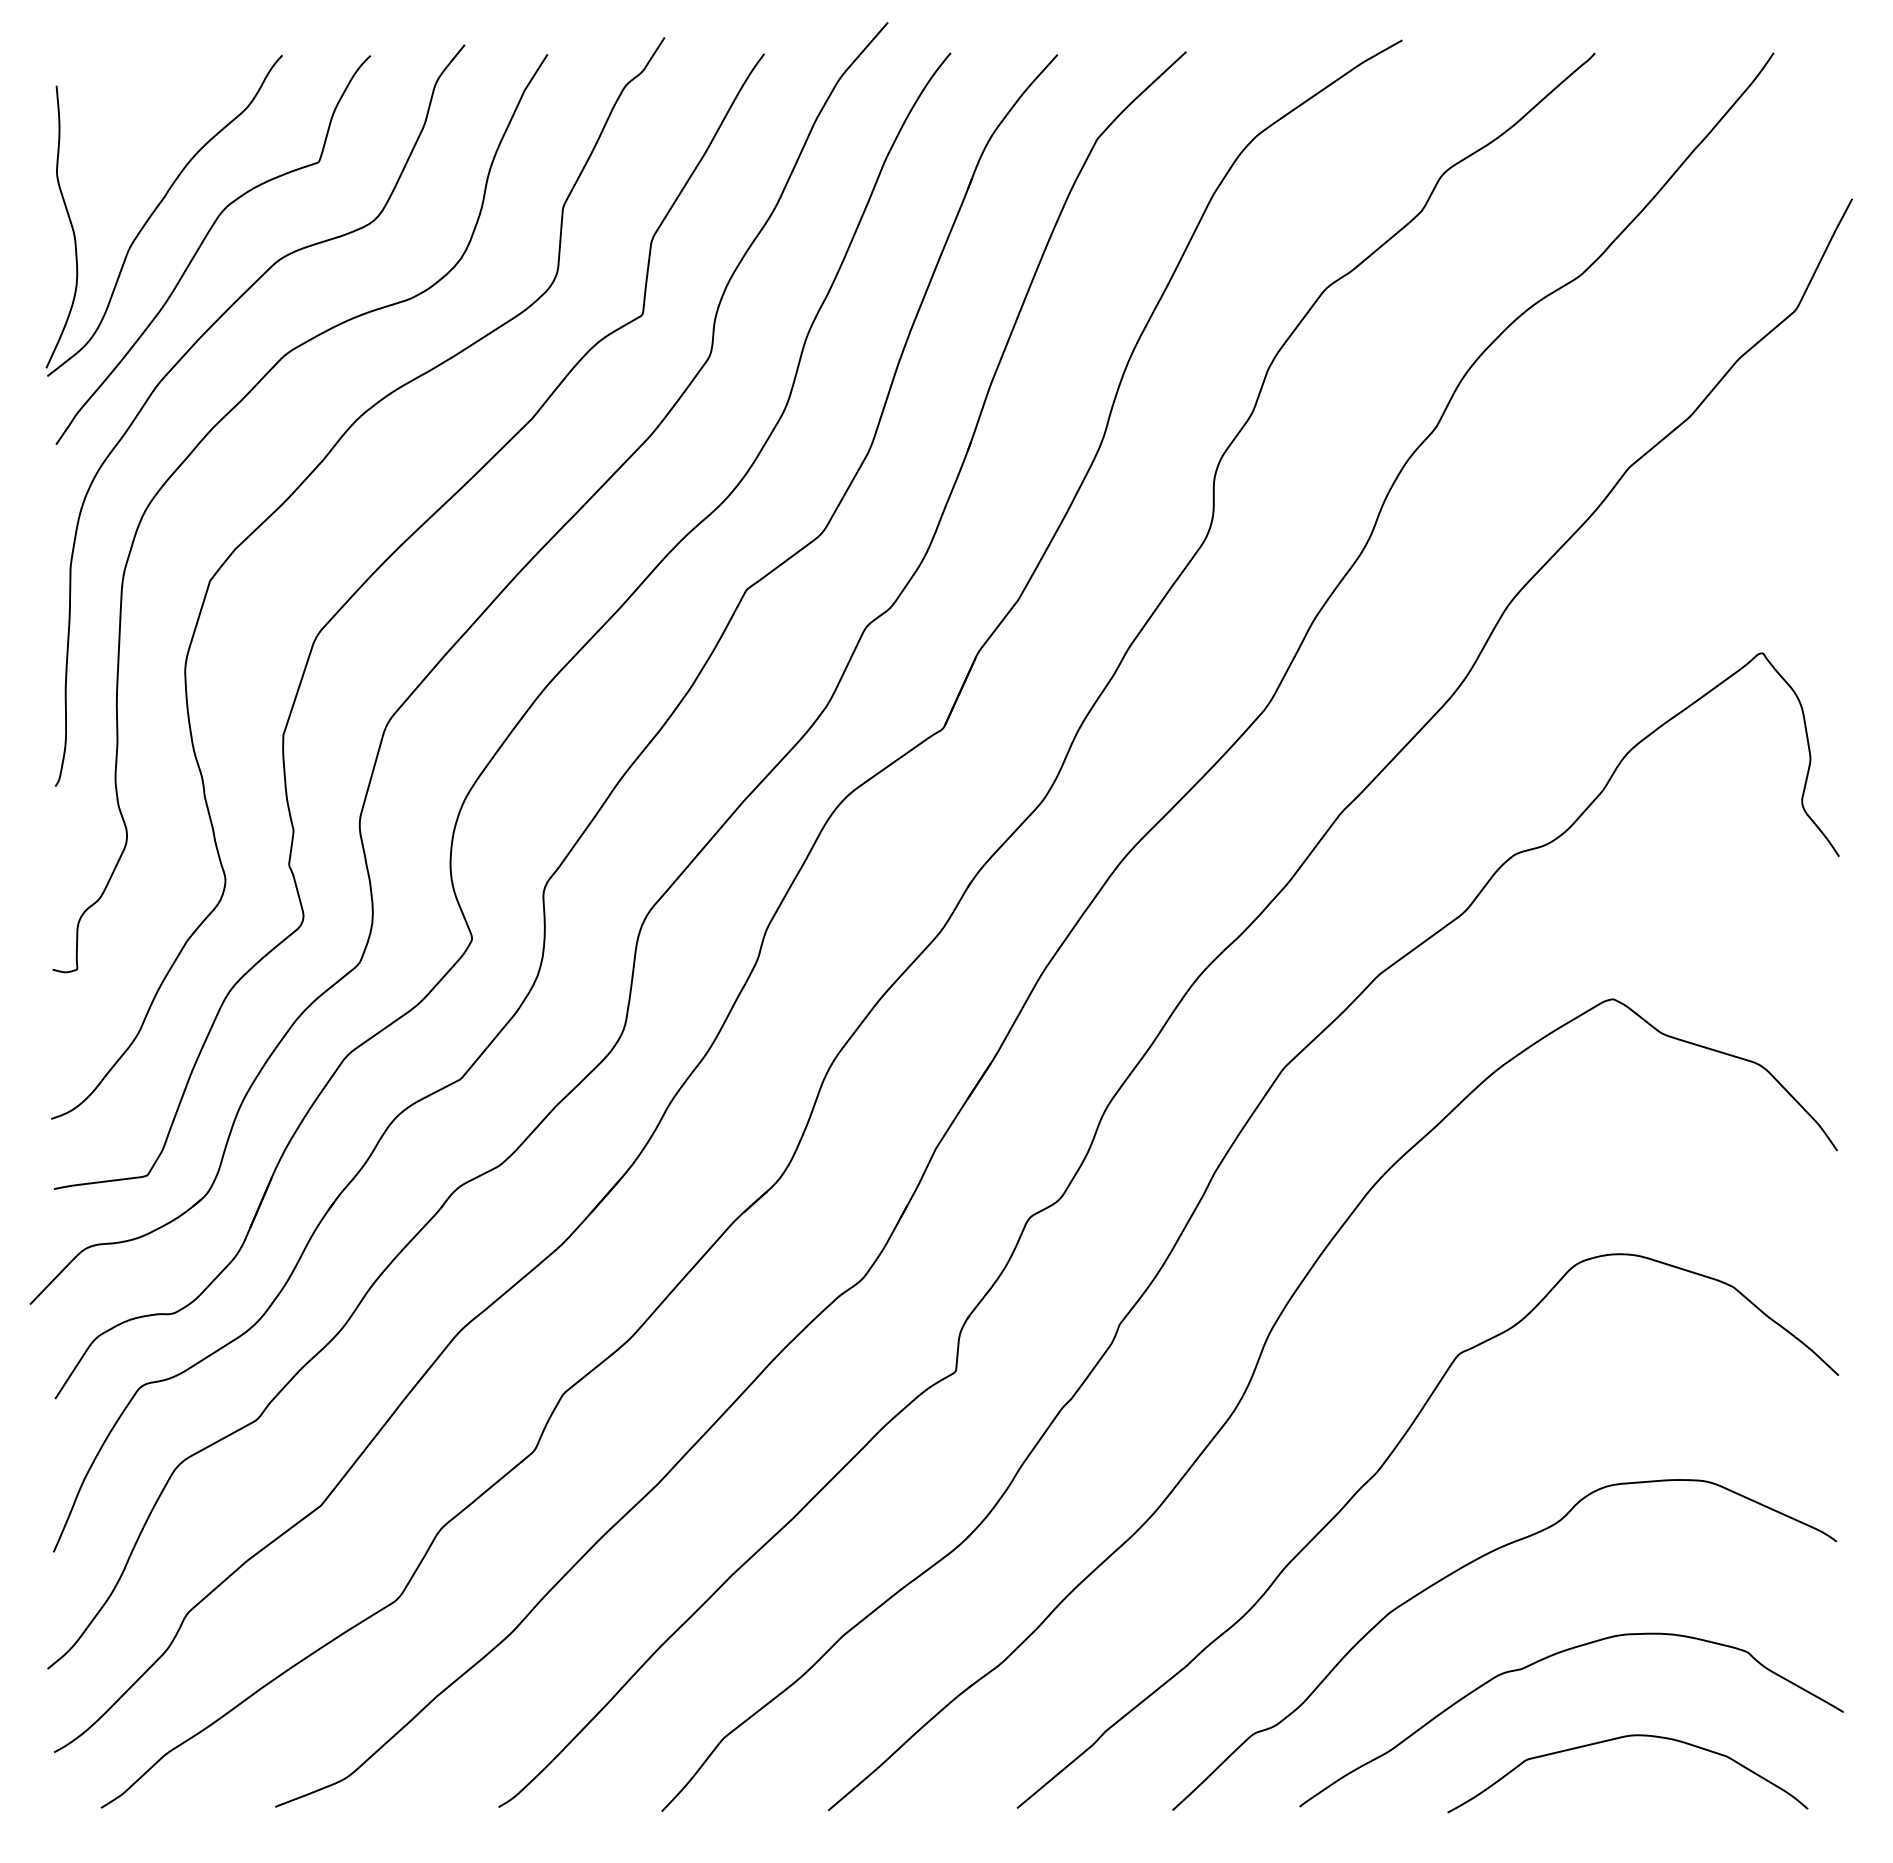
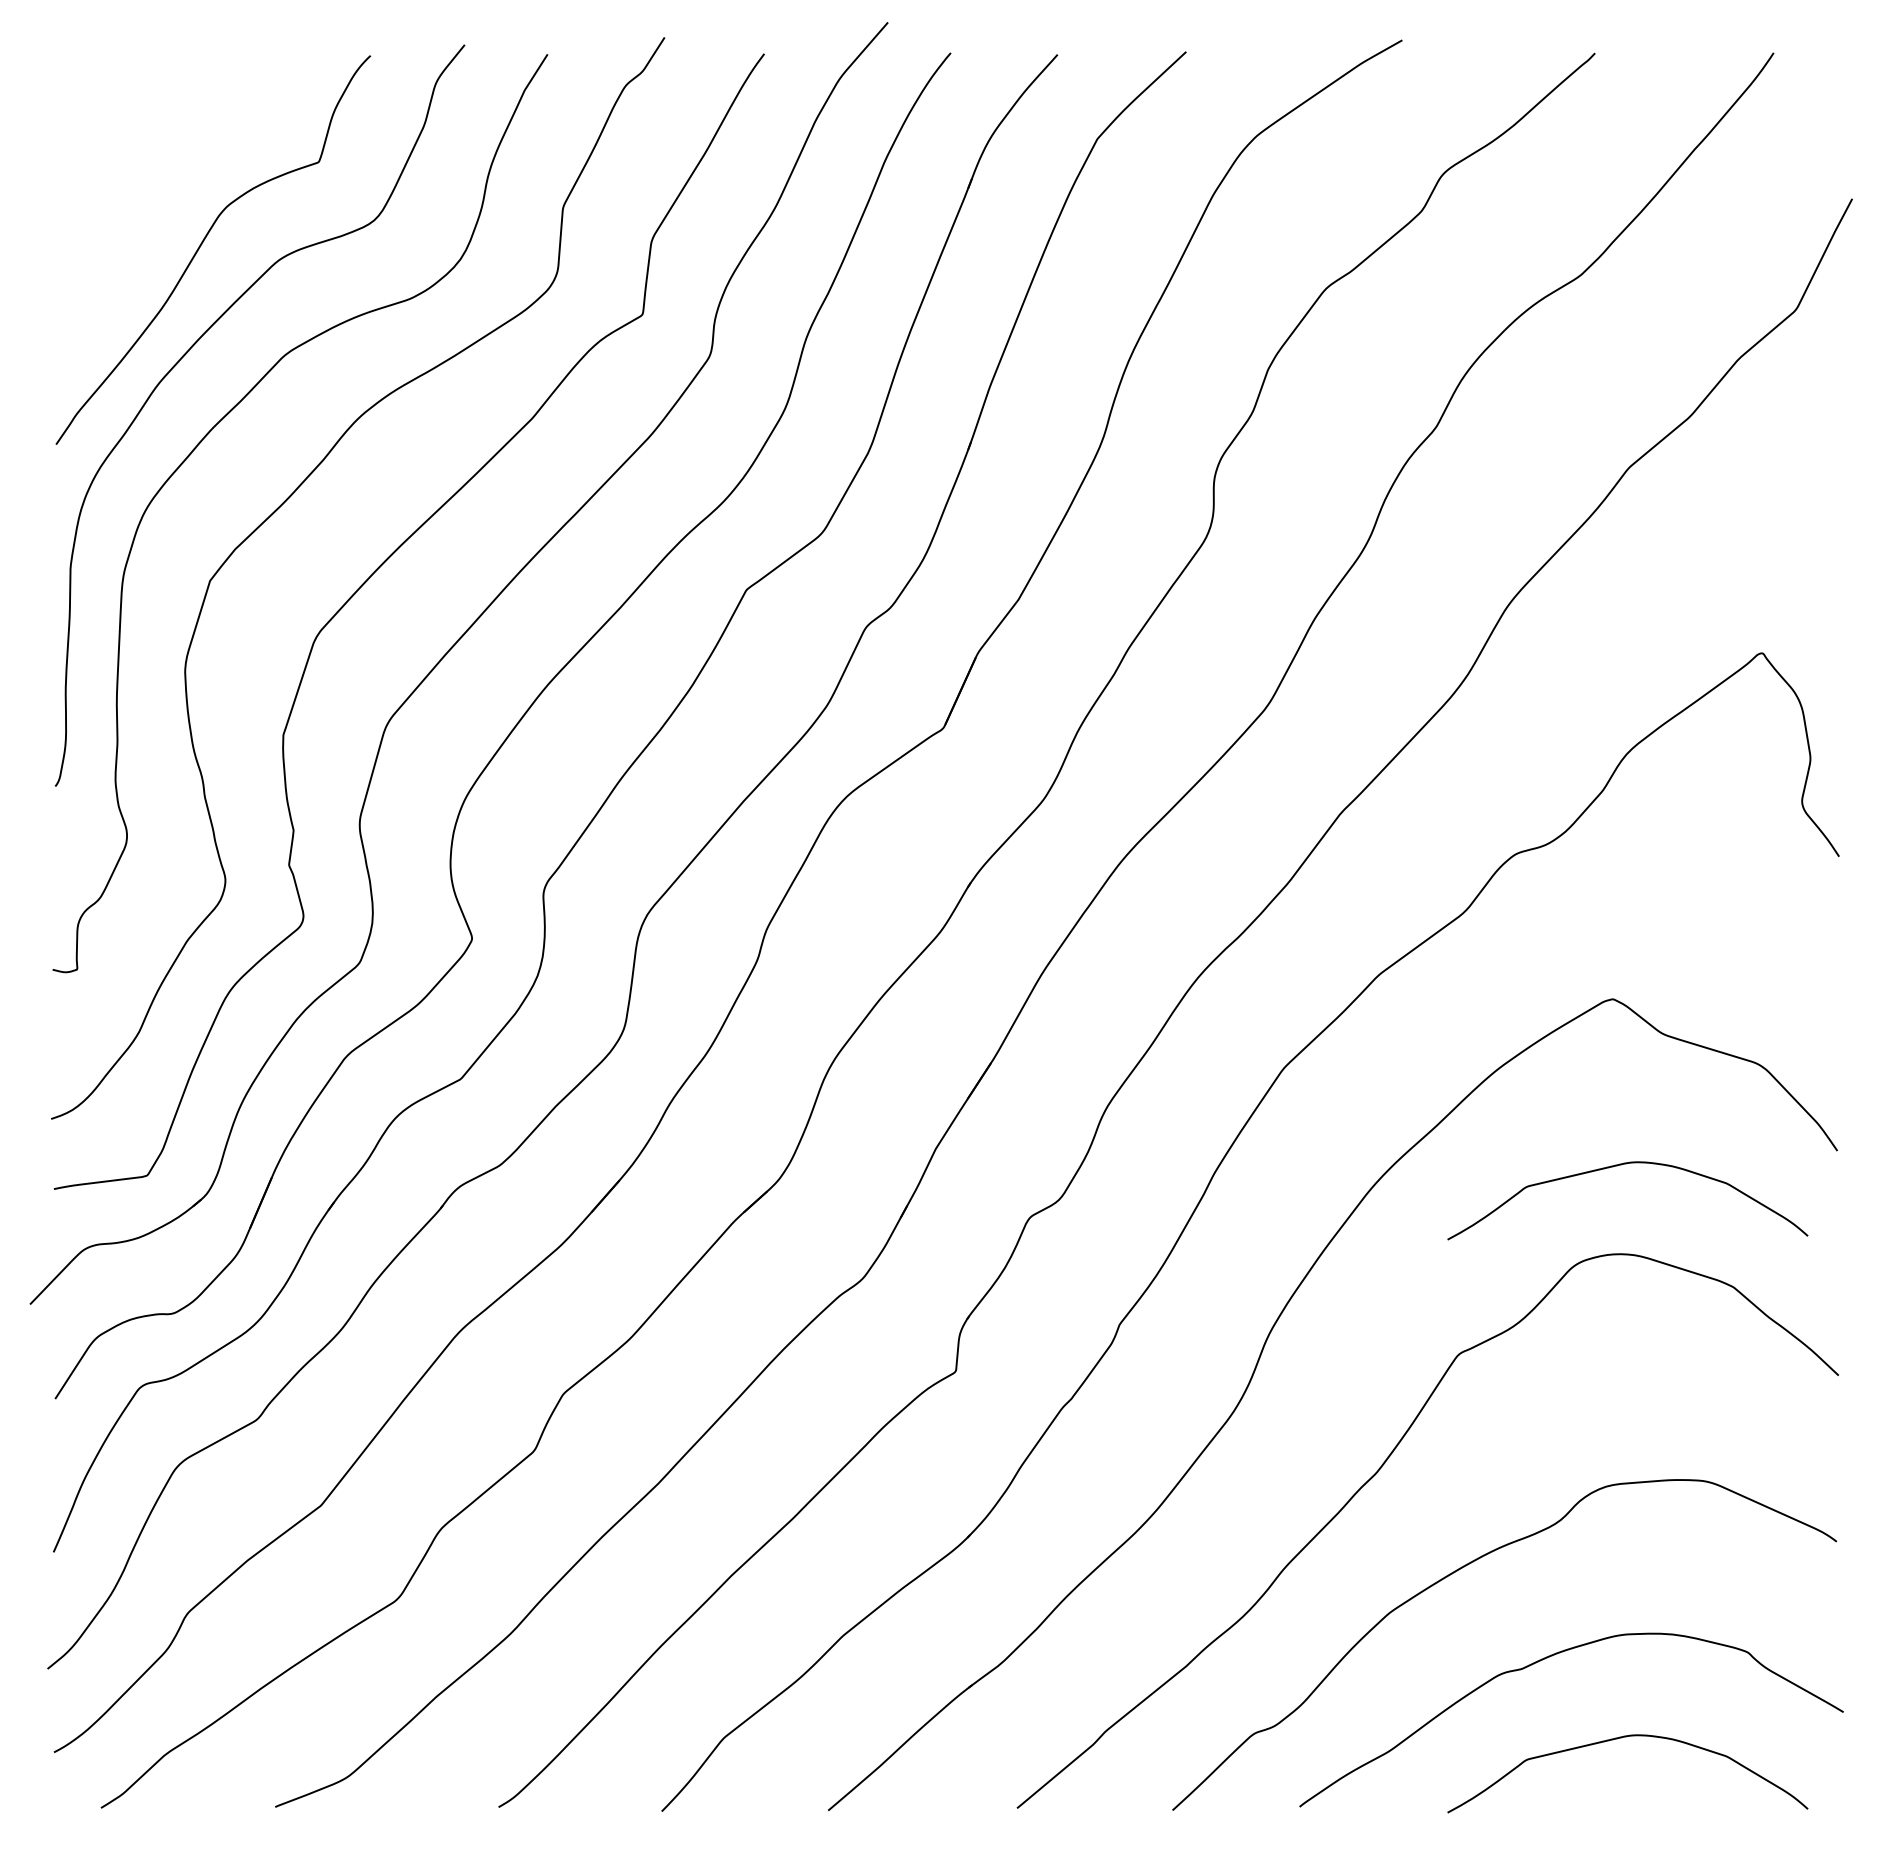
part at (155, 211): present -> none
curve at (1617, 1166): none -> present
